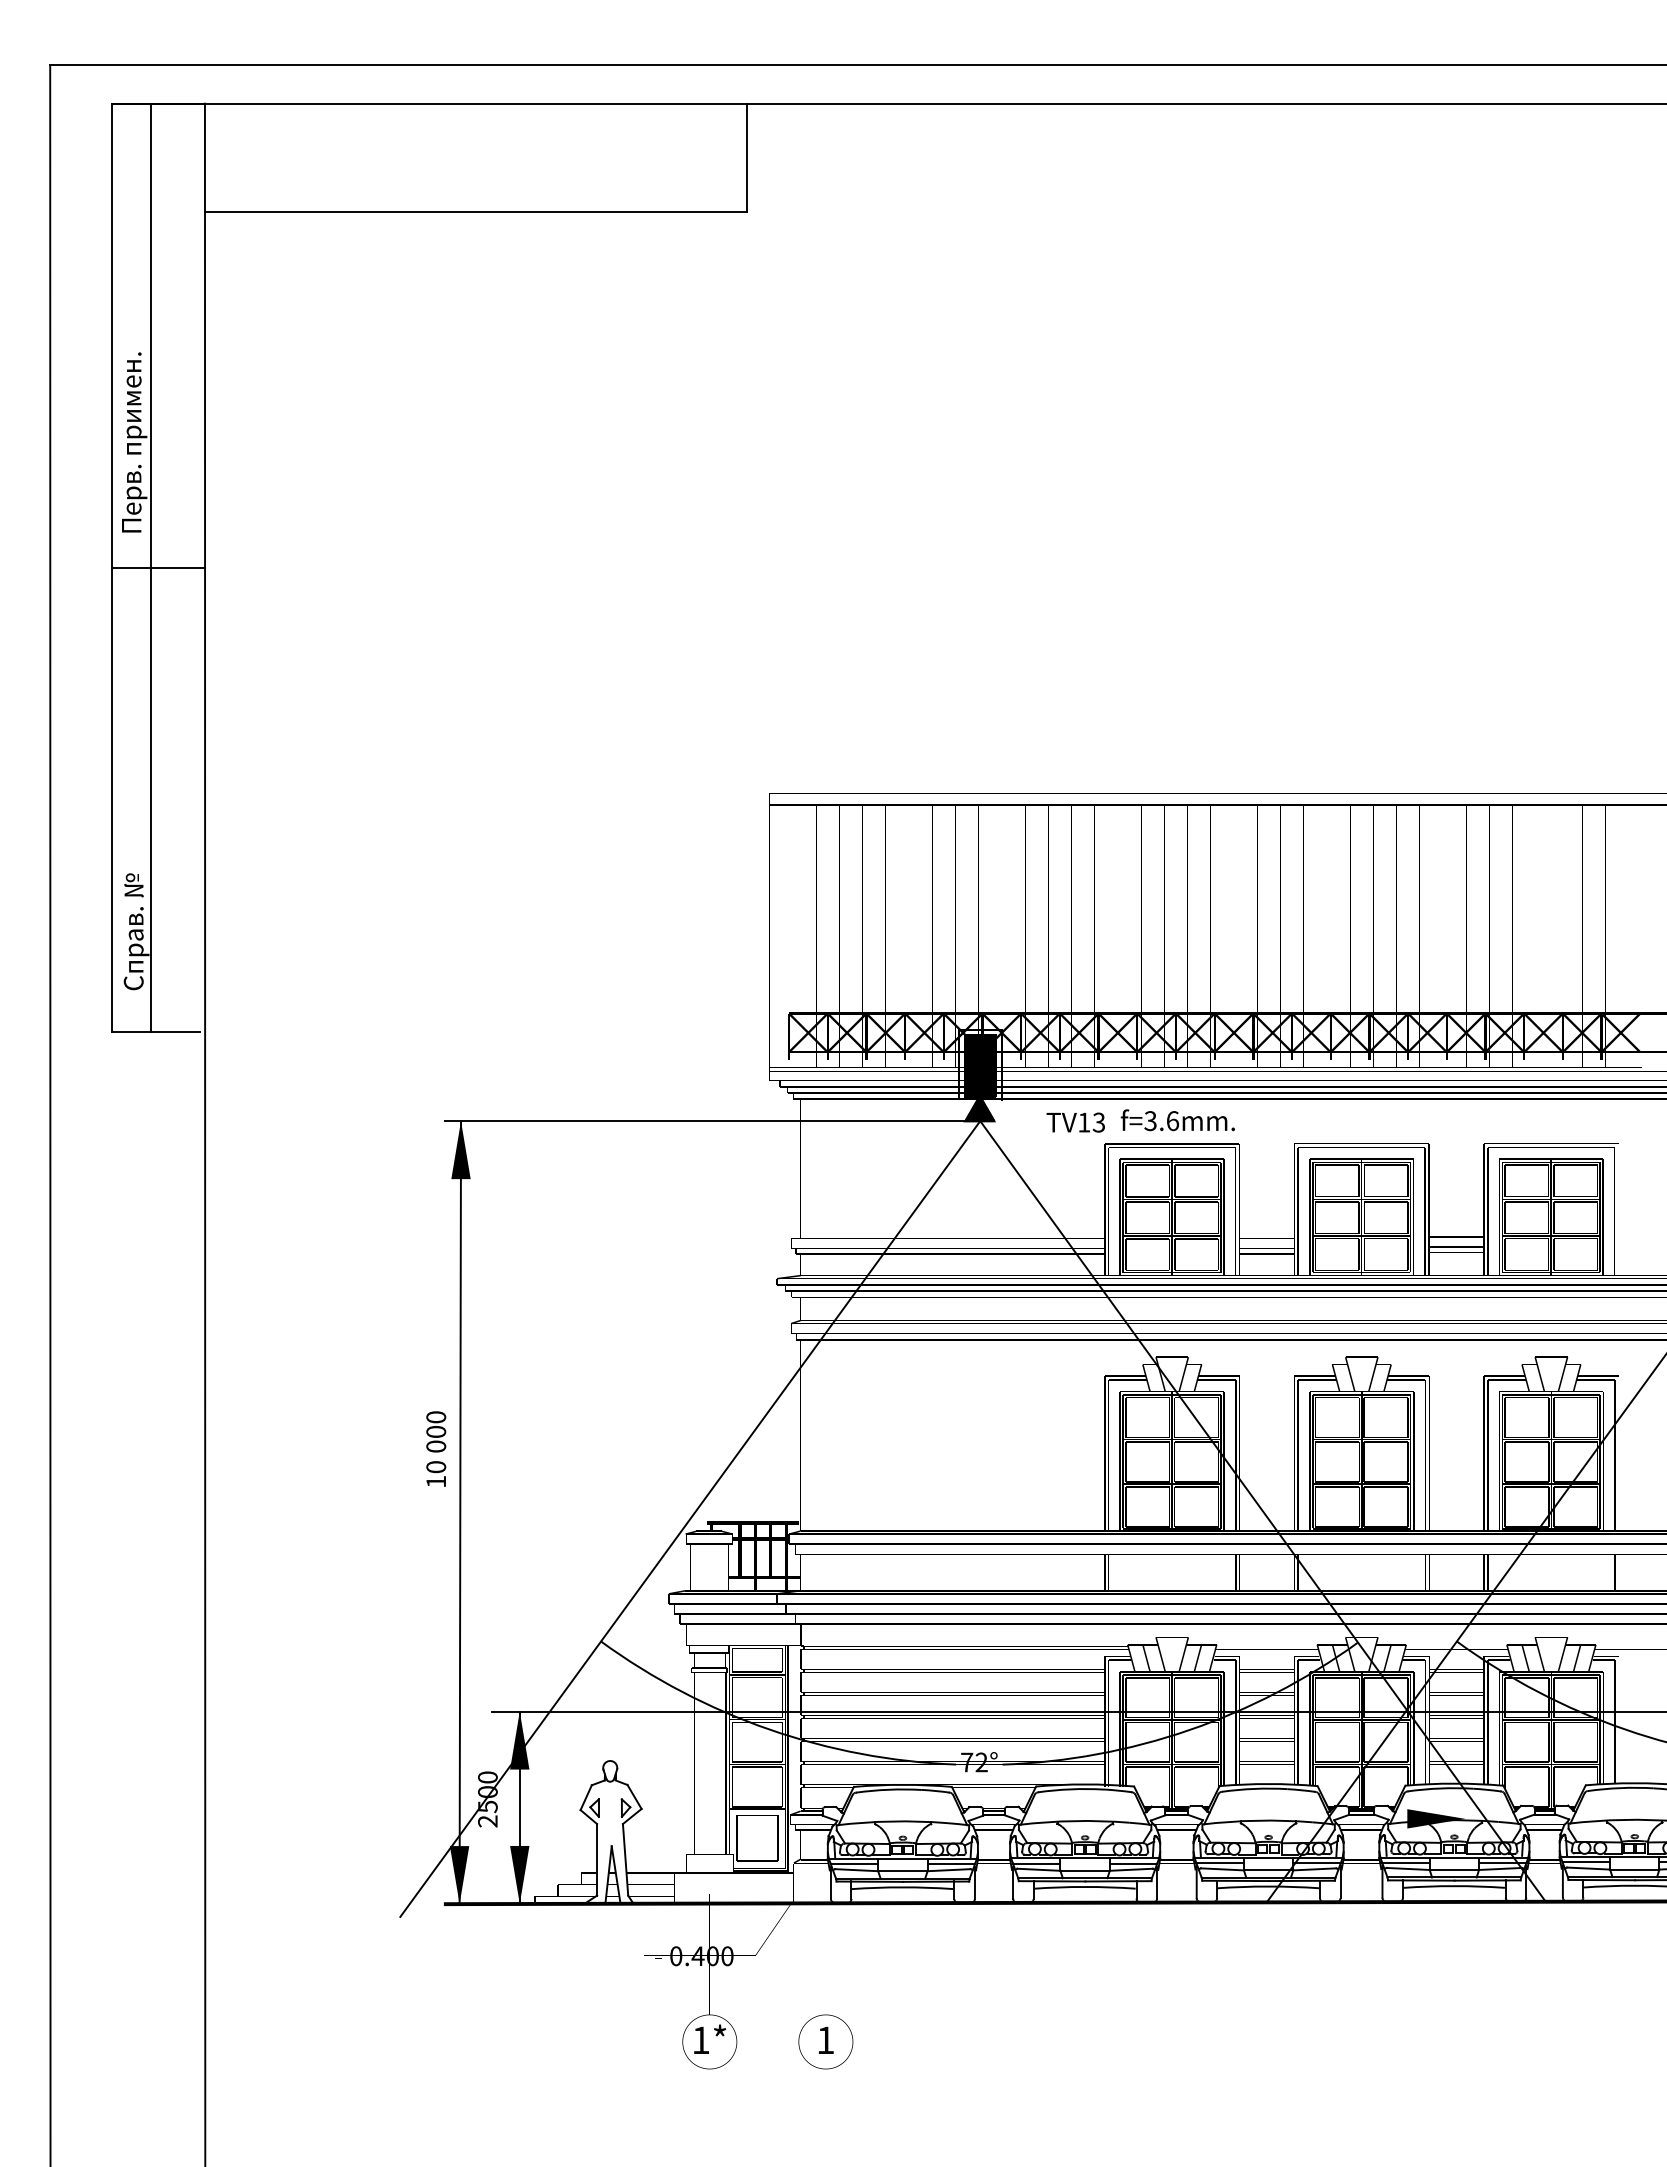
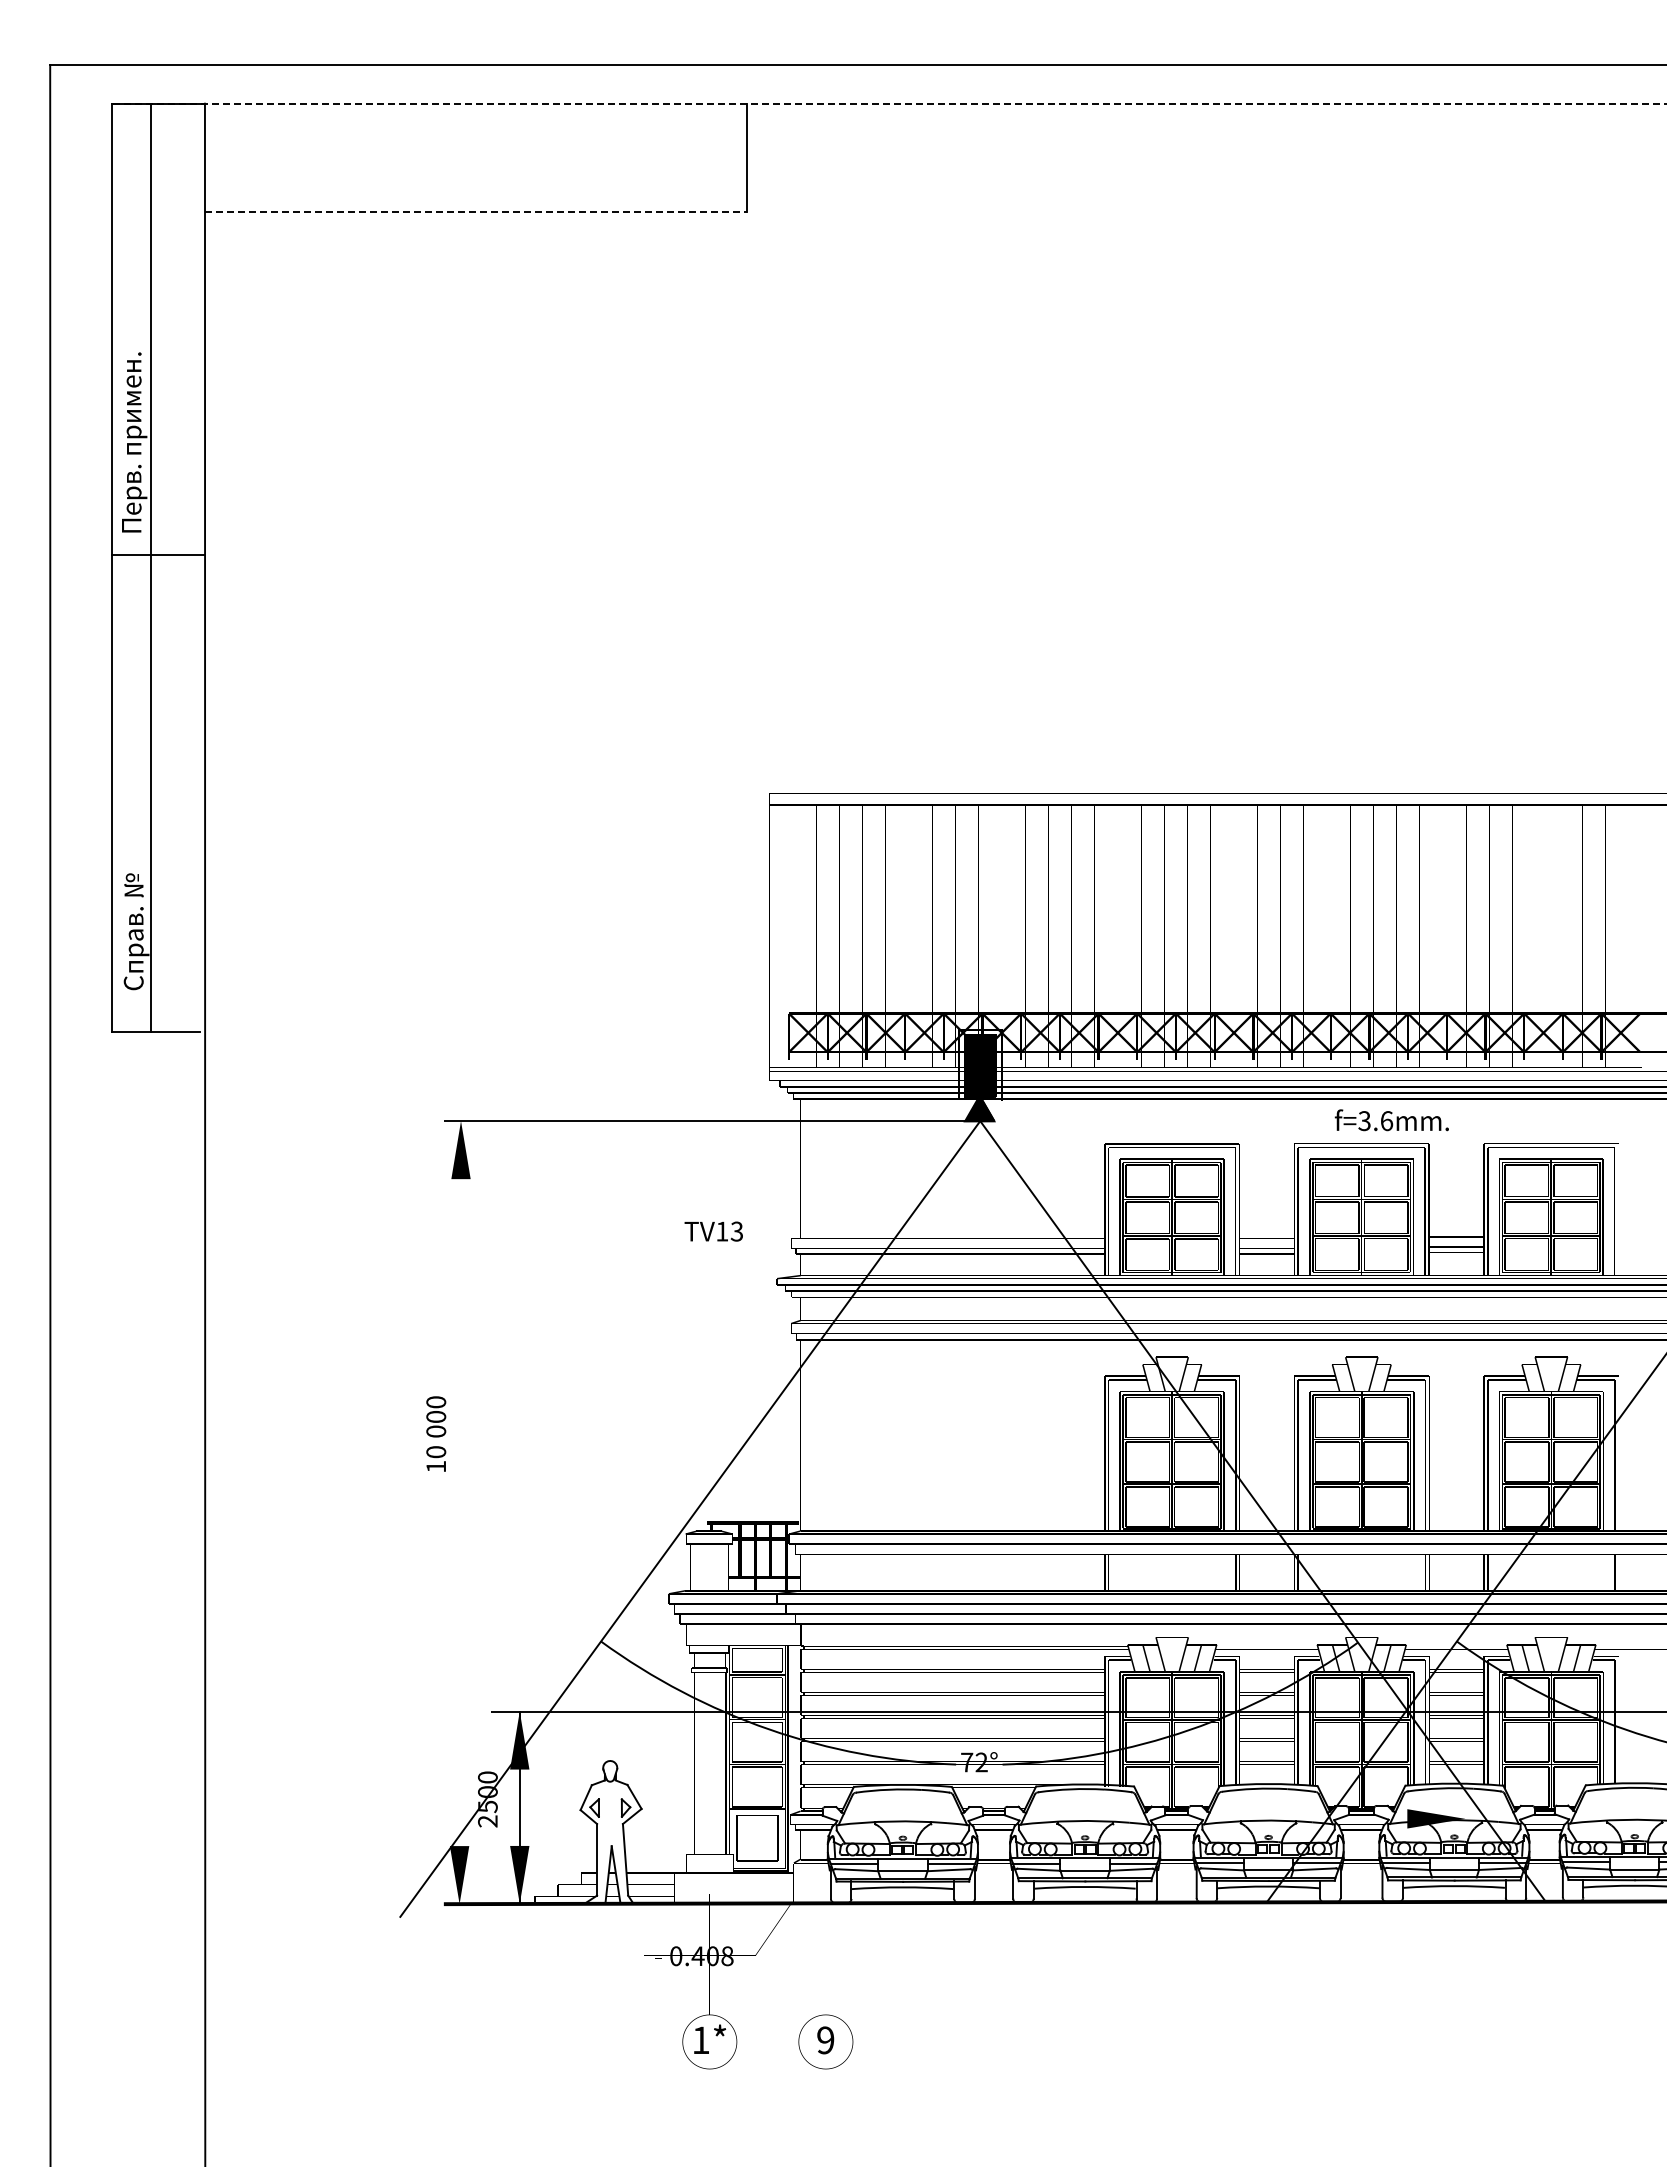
line at (889, 103): solid -> dashed
line at (475, 212): solid -> dashed
line at (158, 567) position: (158, 567) -> (158, 554)
text at (1177, 1120) position: (1177, 1120) -> (1391, 1120)
text at (1075, 1122) position: (1075, 1122) -> (713, 1231)
text at (436, 1448) position: (436, 1448) -> (436, 1433)
line at (460, 1512): present -> none
text at (727, 1956): 0.400 -> 0.408
text at (825, 2040): 1 -> 9
